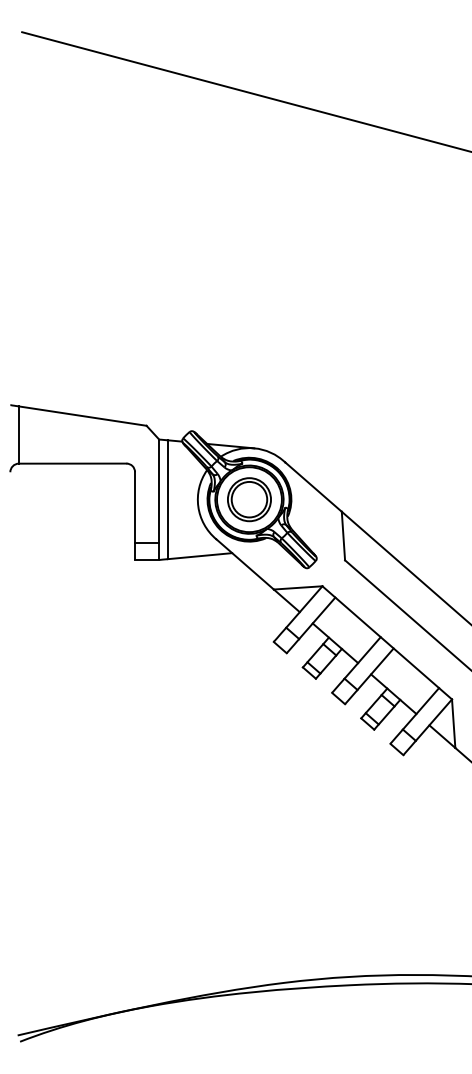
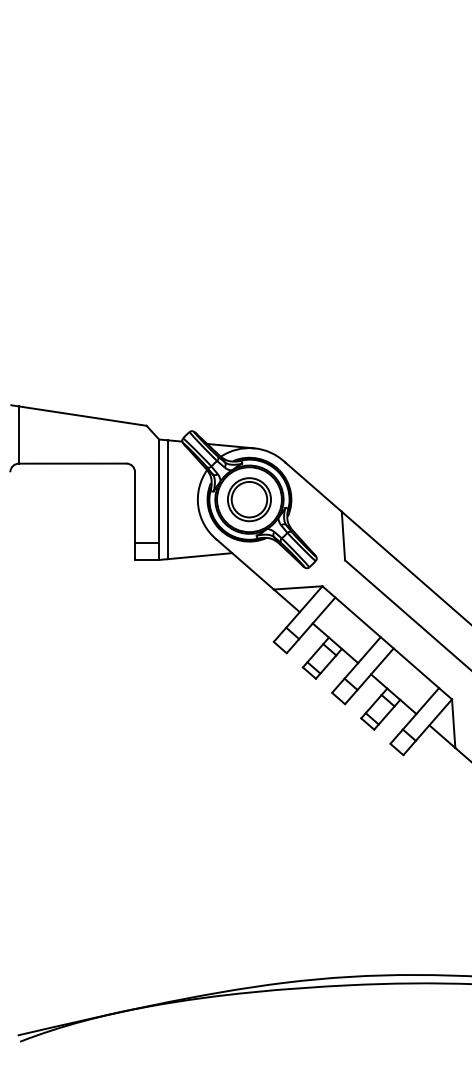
line at (245, 91): present -> none
